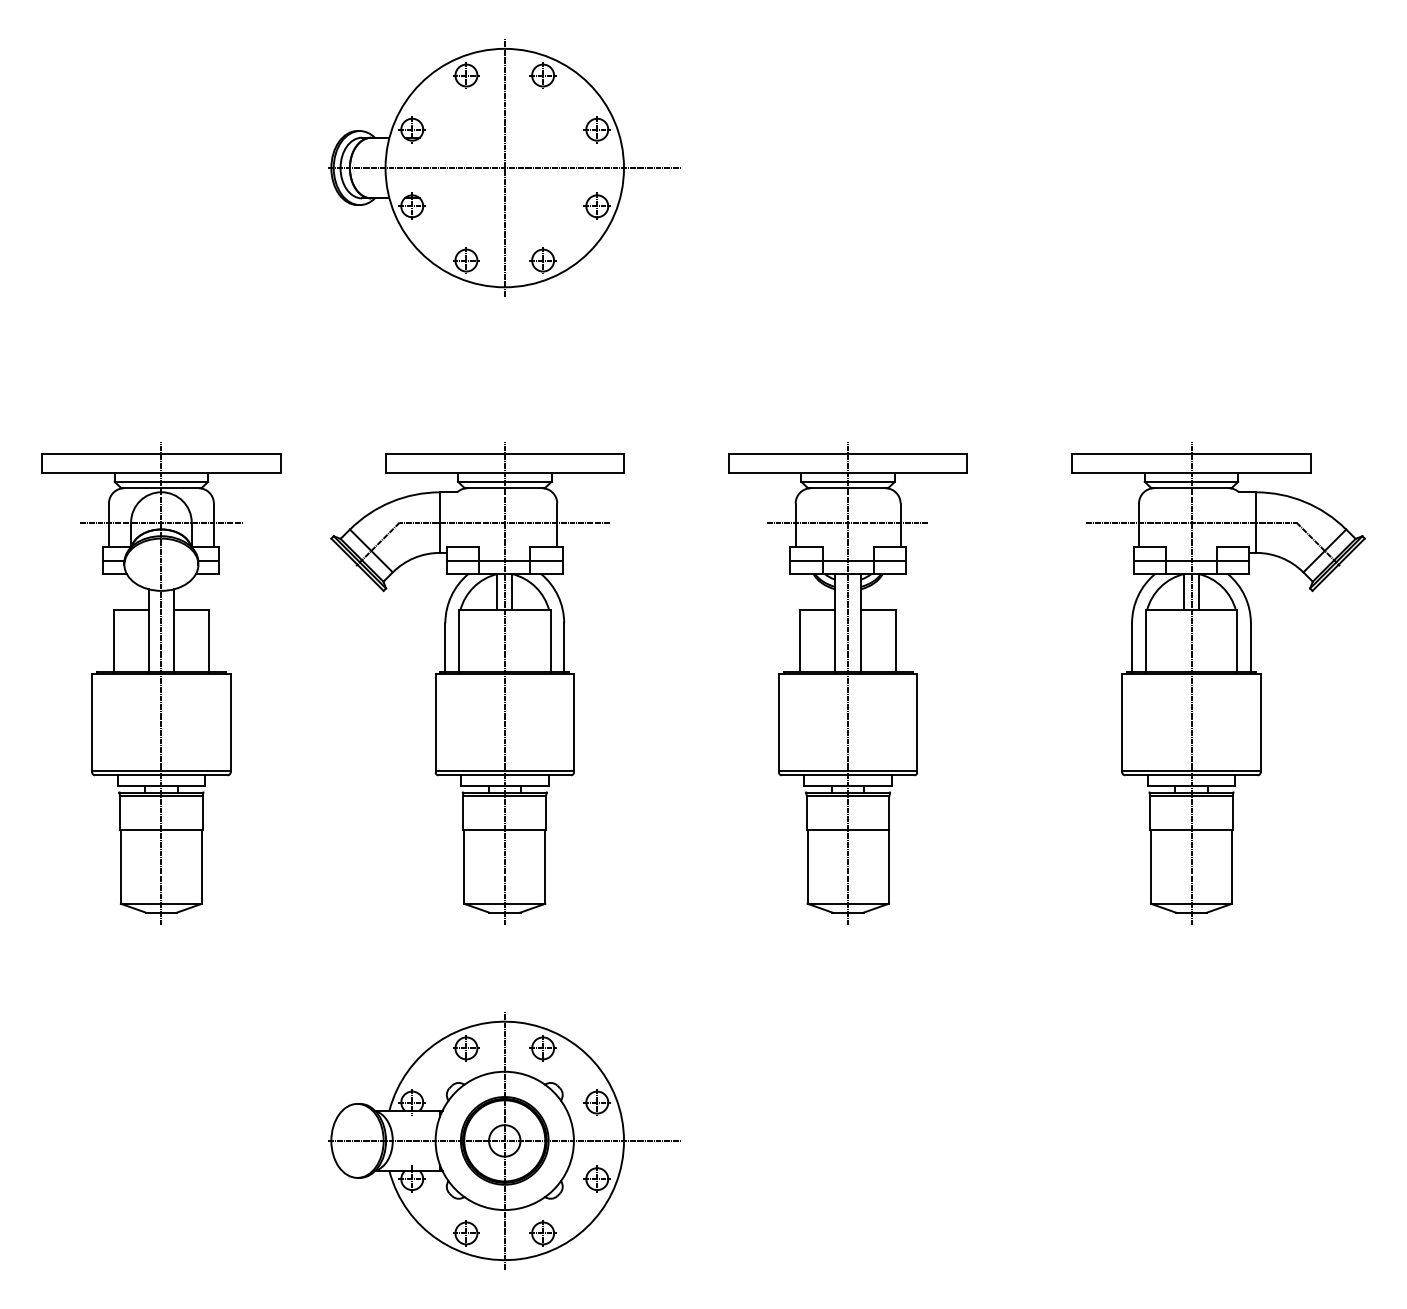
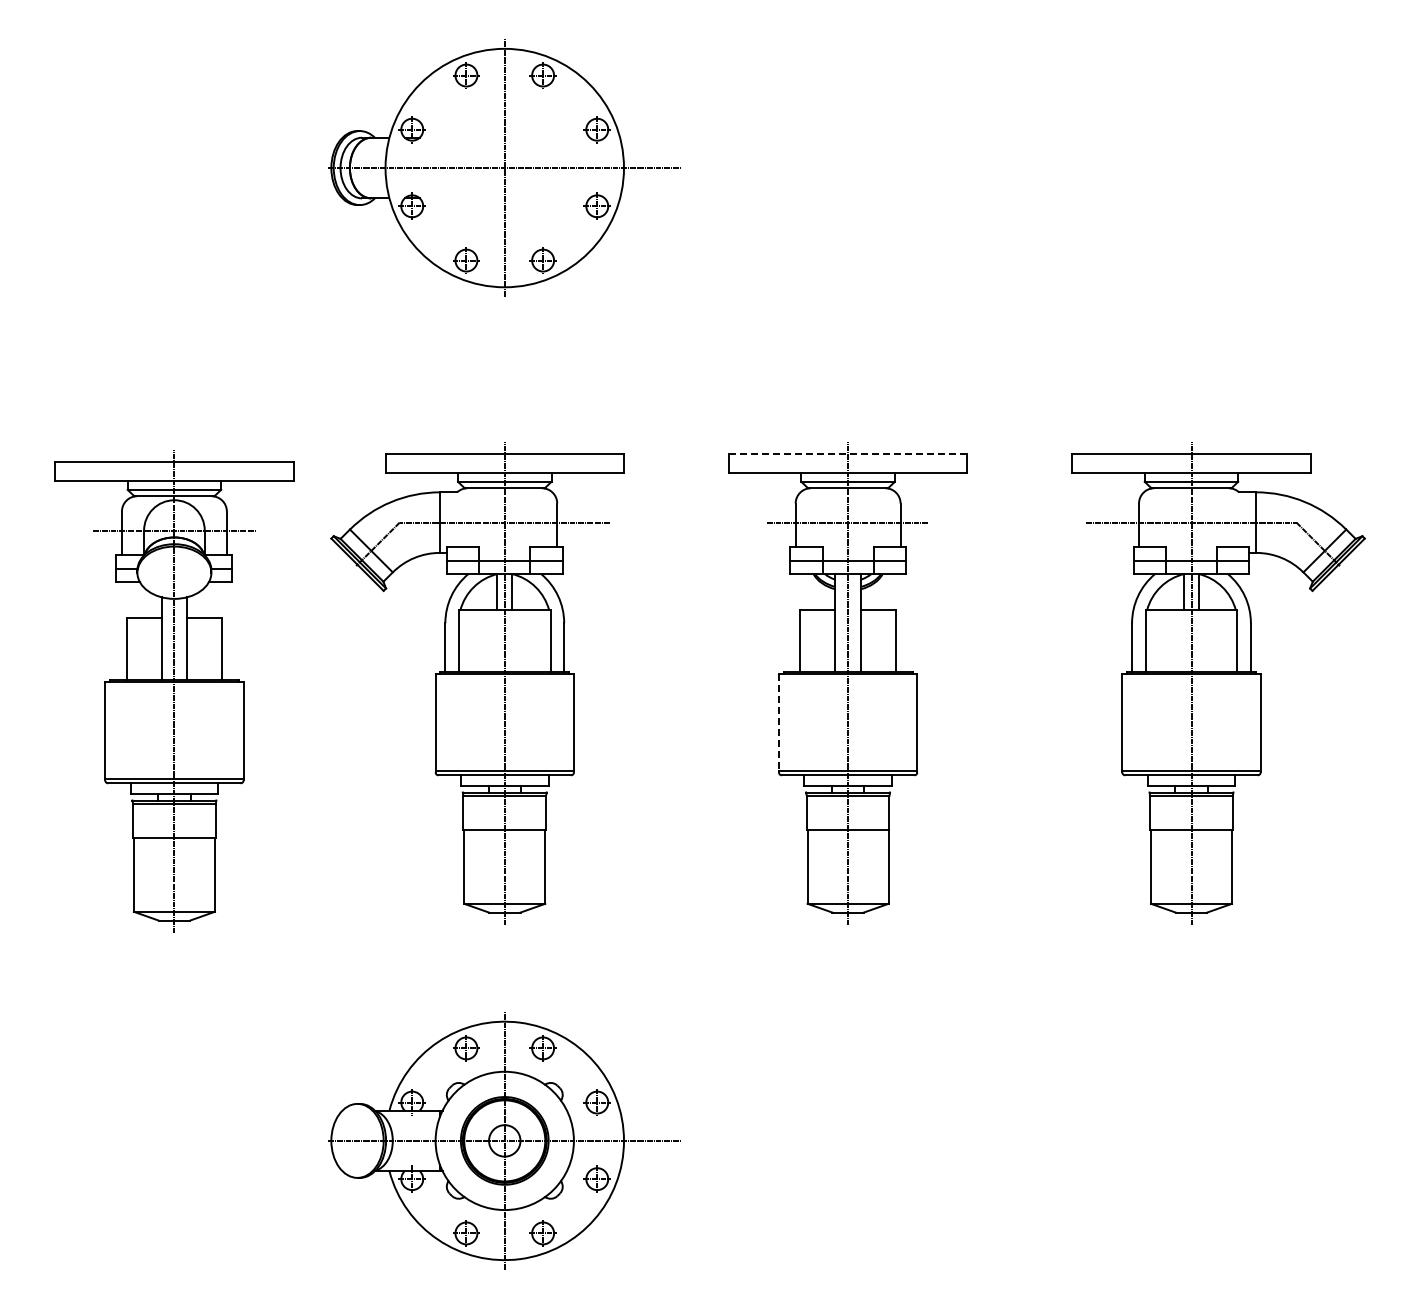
line at (847, 454): solid -> dashed
part at (161, 683) position: (161, 683) -> (174, 691)
line at (778, 722): solid -> dashed
